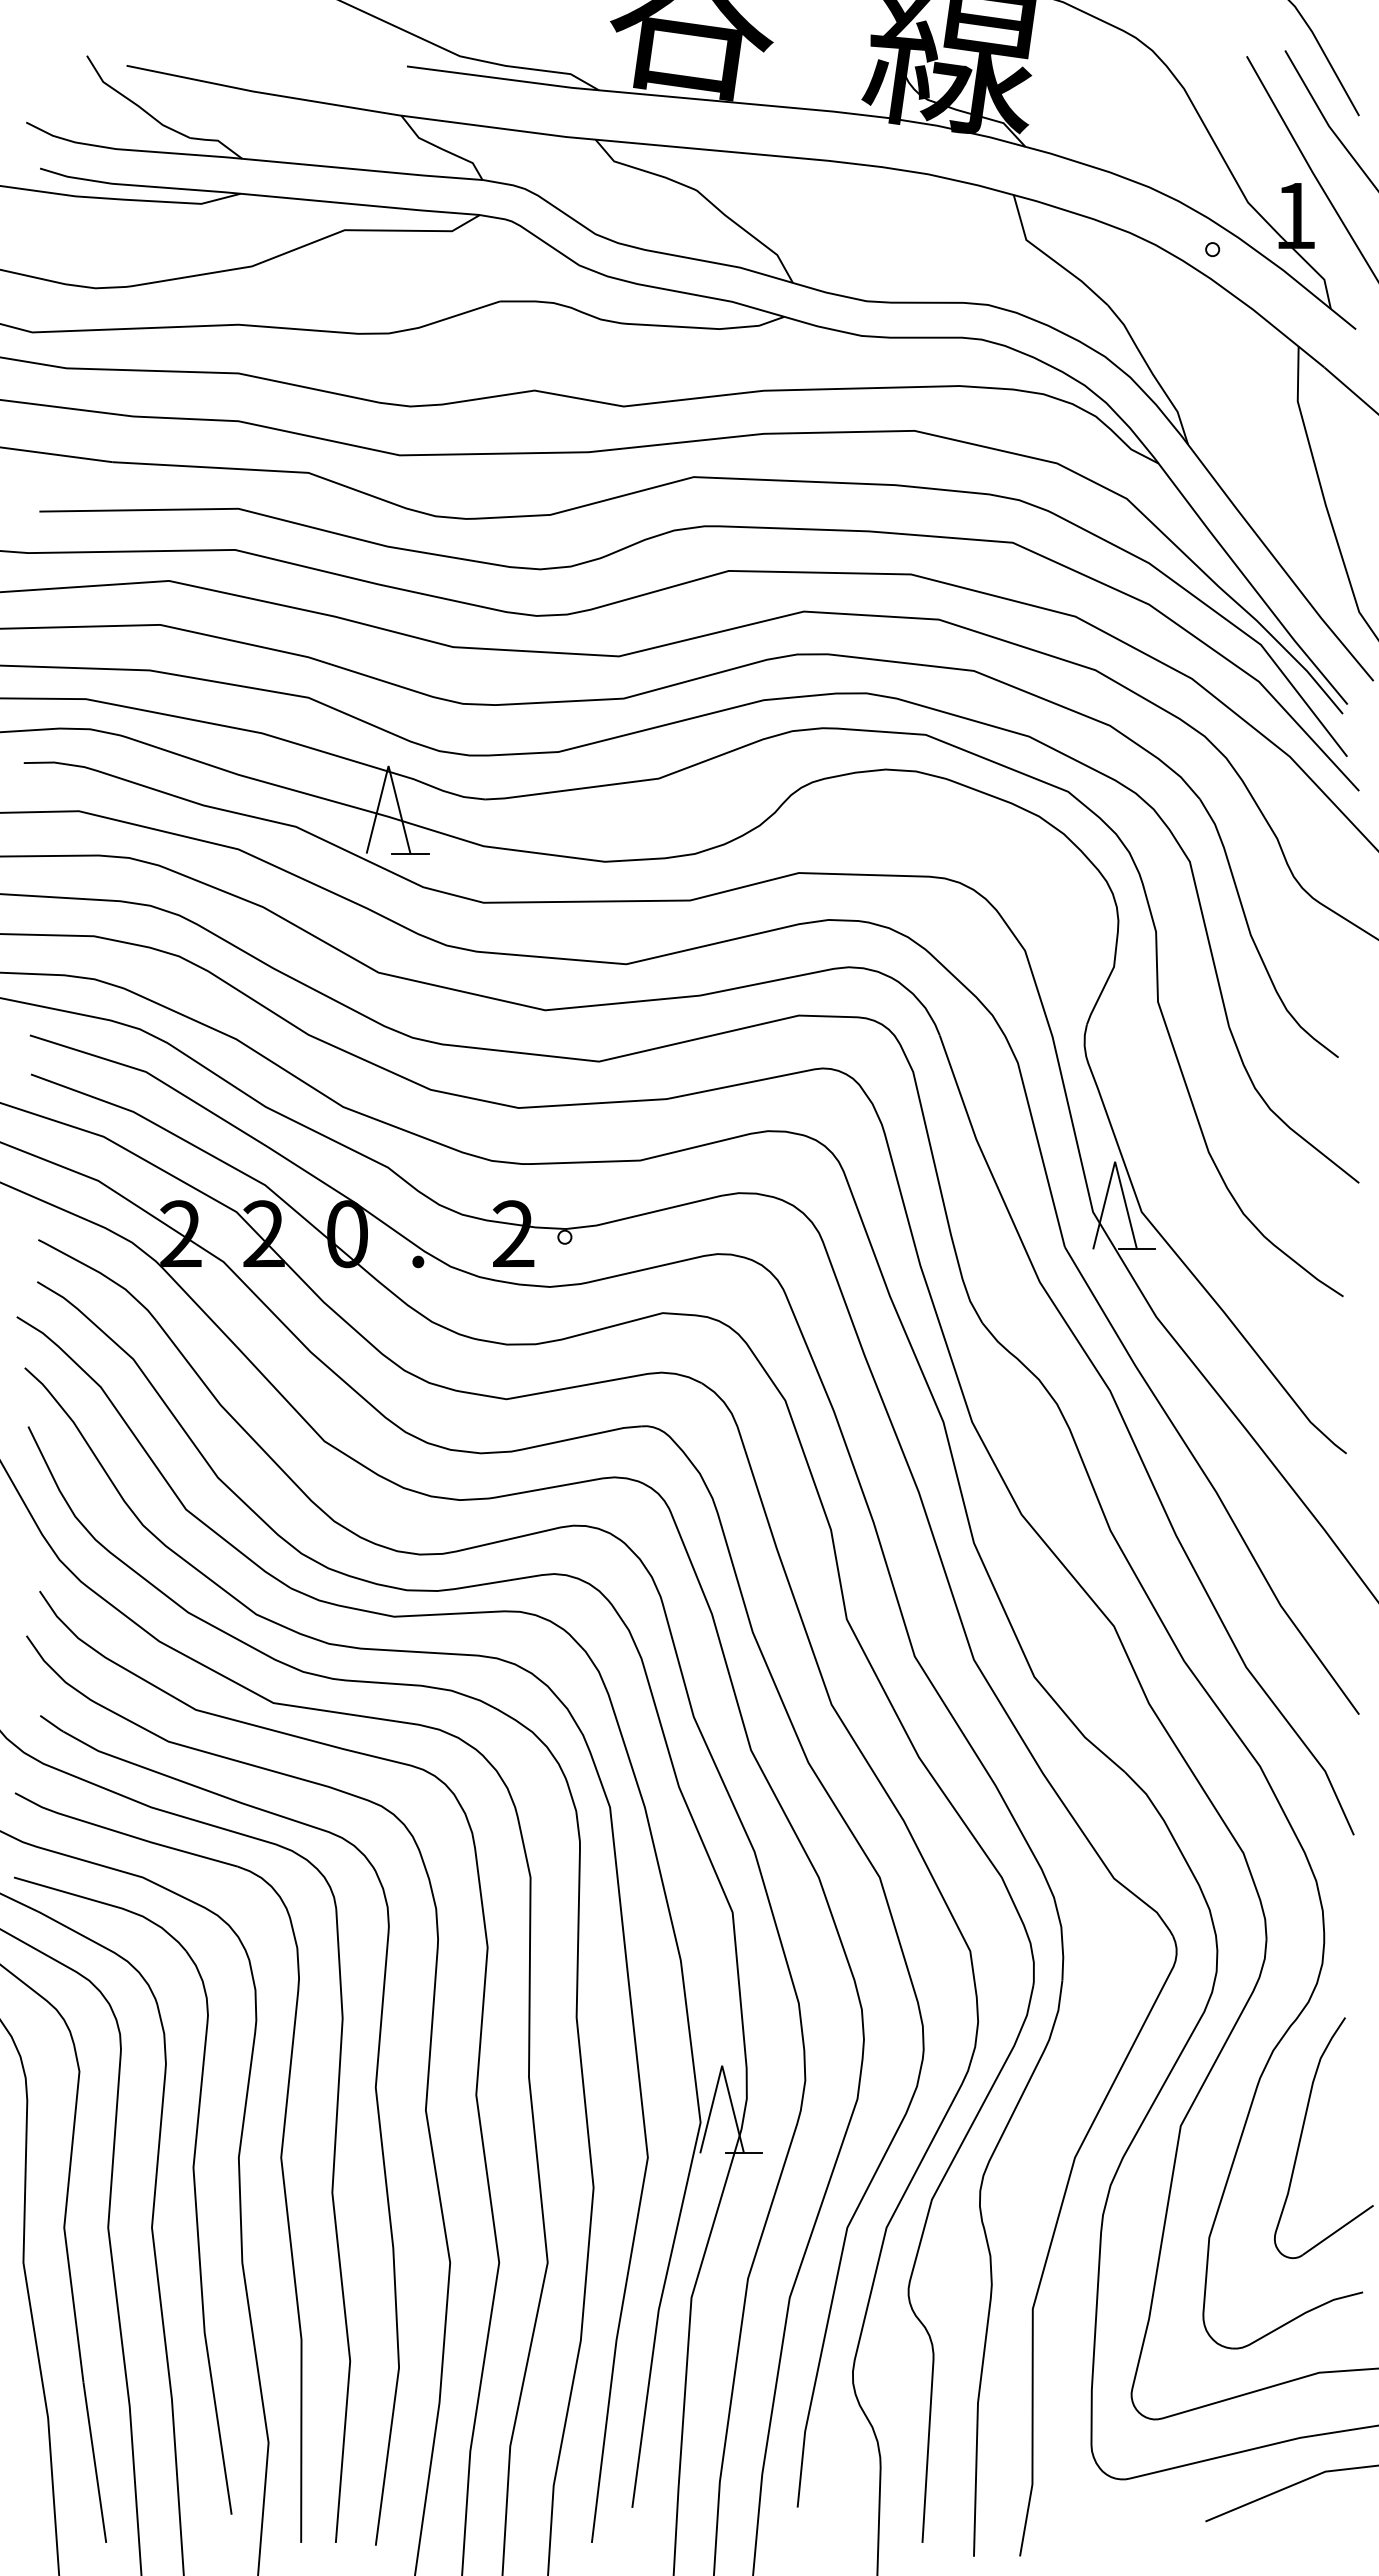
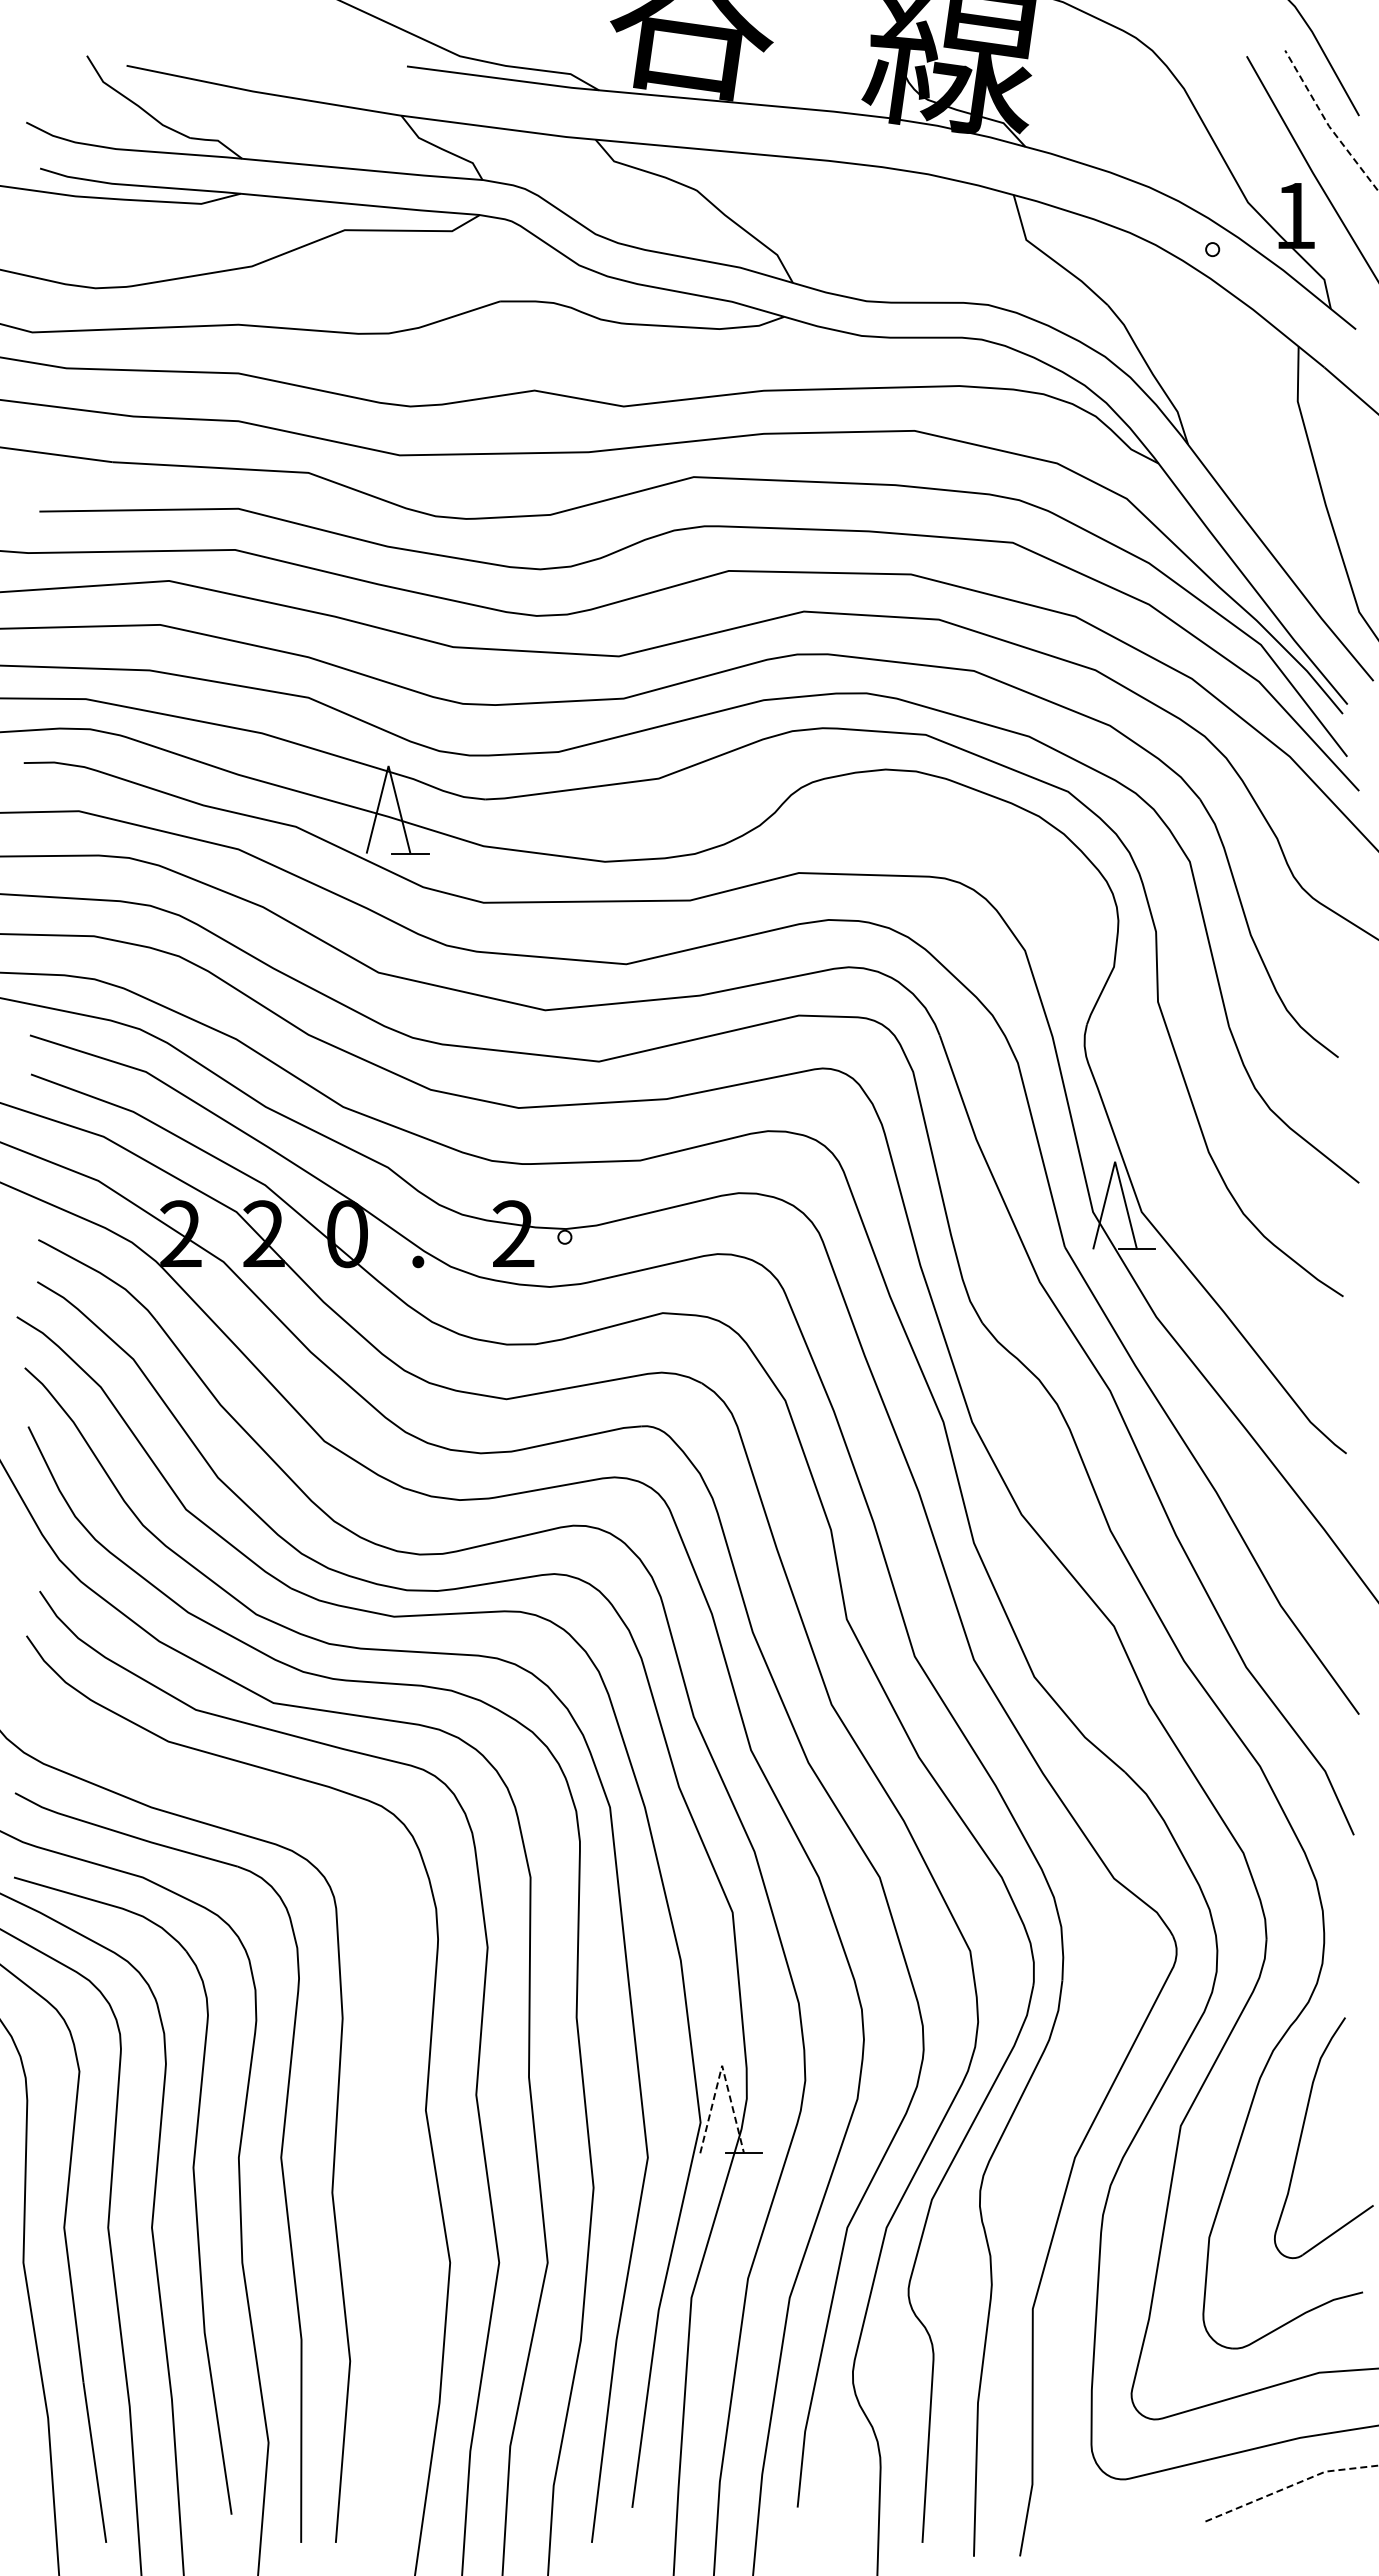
line at (1327, 123): solid -> dashed
line at (722, 2065): solid -> dashed
part at (377, 2115): present -> none
line at (1291, 2485): solid -> dashed
